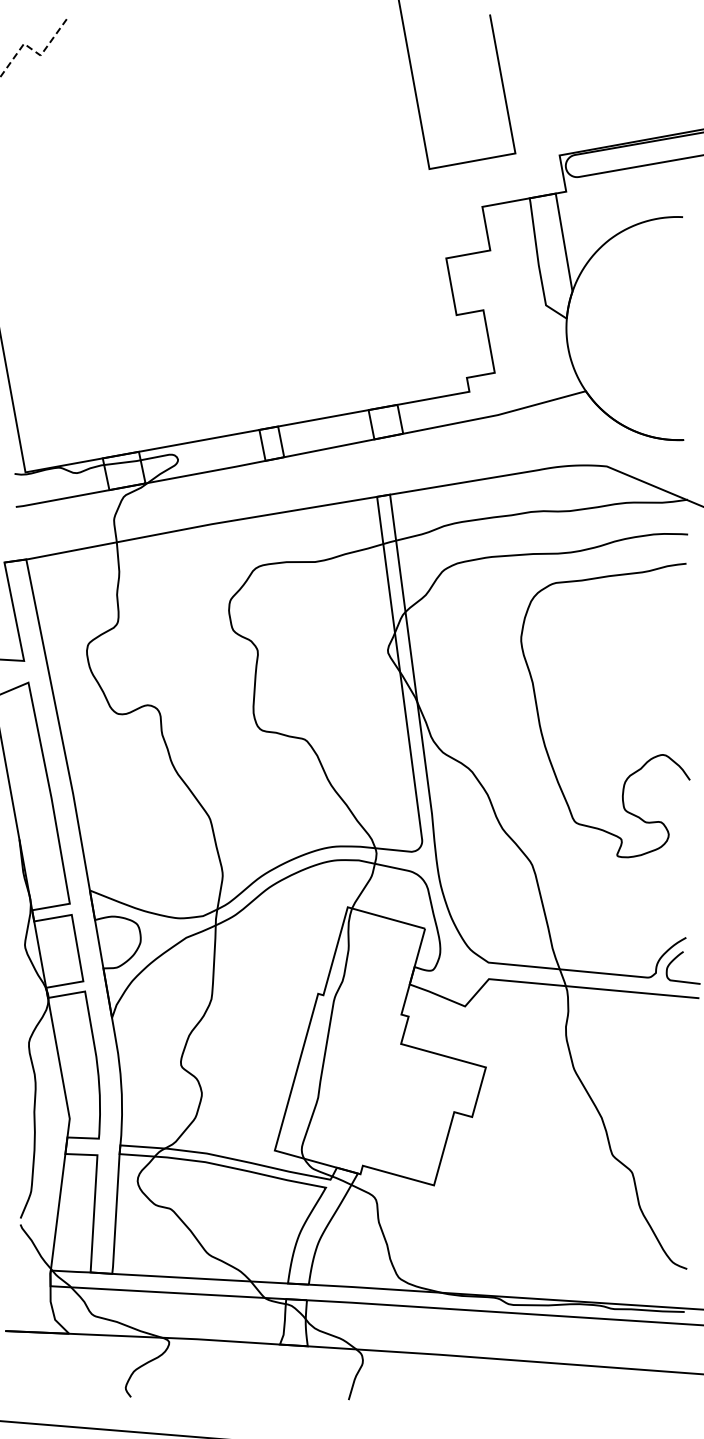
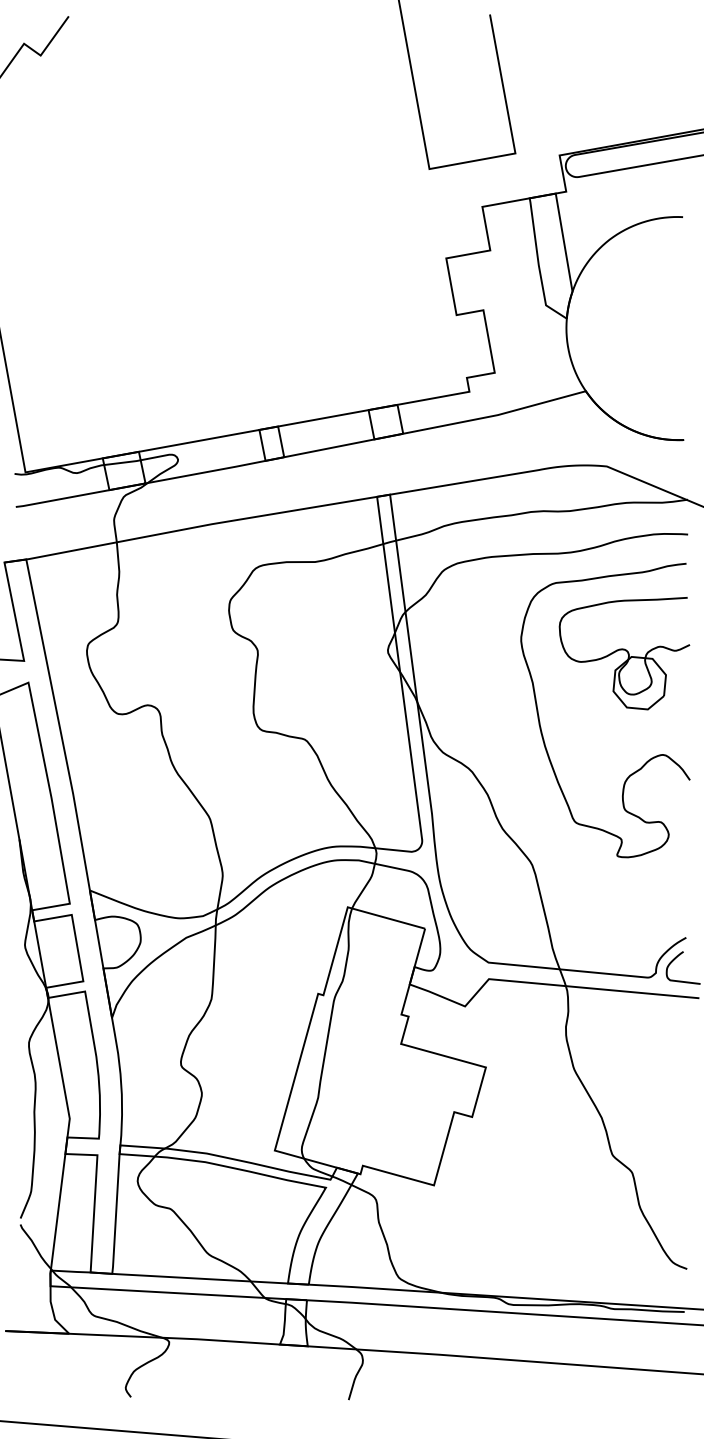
line at (35, 52): dashed -> solid
part at (624, 653): none -> present
